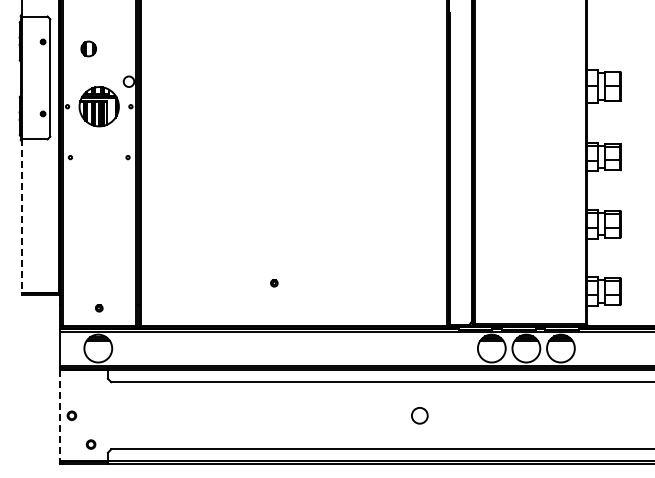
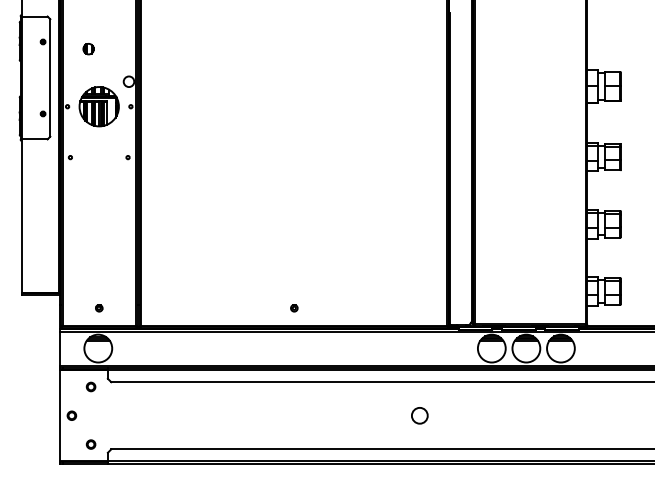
part at (88, 48) size: 17x18 px -> 13x13 px
line at (21, 216): dashed -> solid
part at (274, 283) position: (274, 283) -> (294, 308)
part at (90, 386): none -> present
line at (59, 416): dashed -> solid
